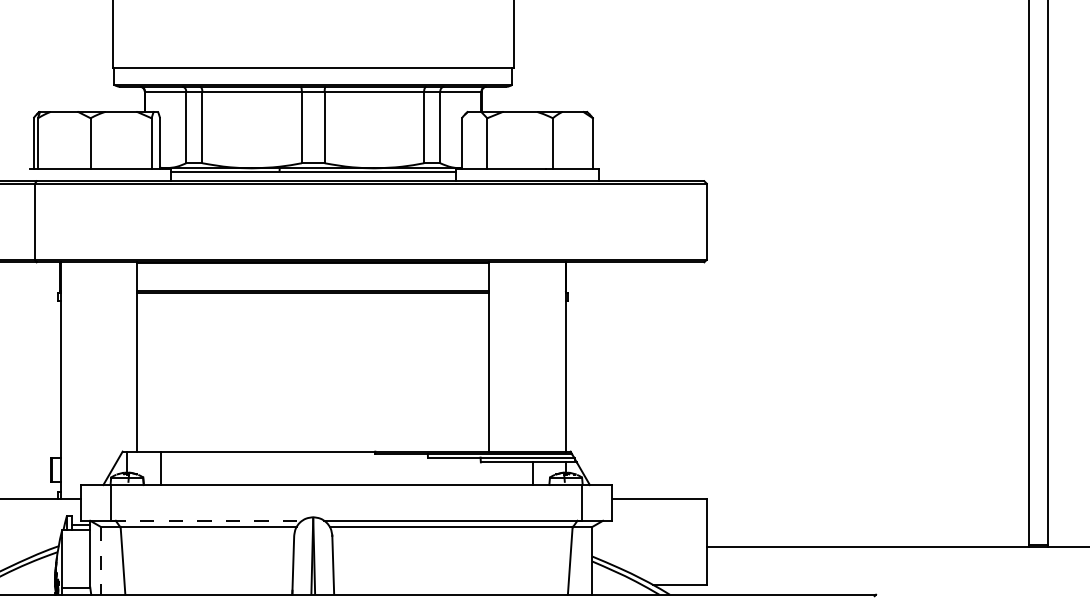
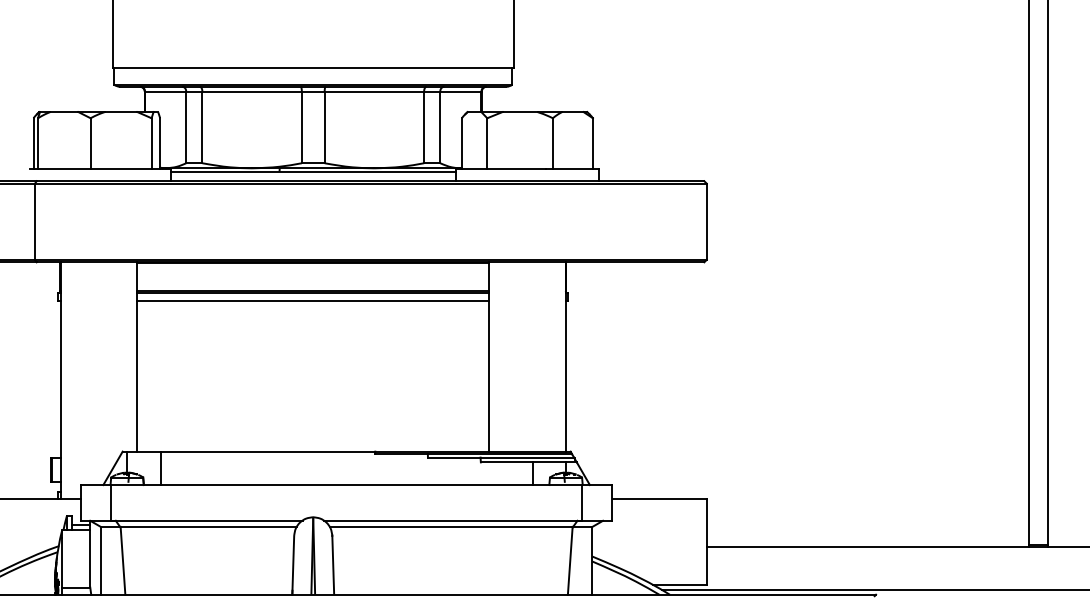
line at (313, 300): none -> present
line at (207, 520): dashed -> solid
line at (101, 560): dashed -> solid
line at (873, 589): none -> present
